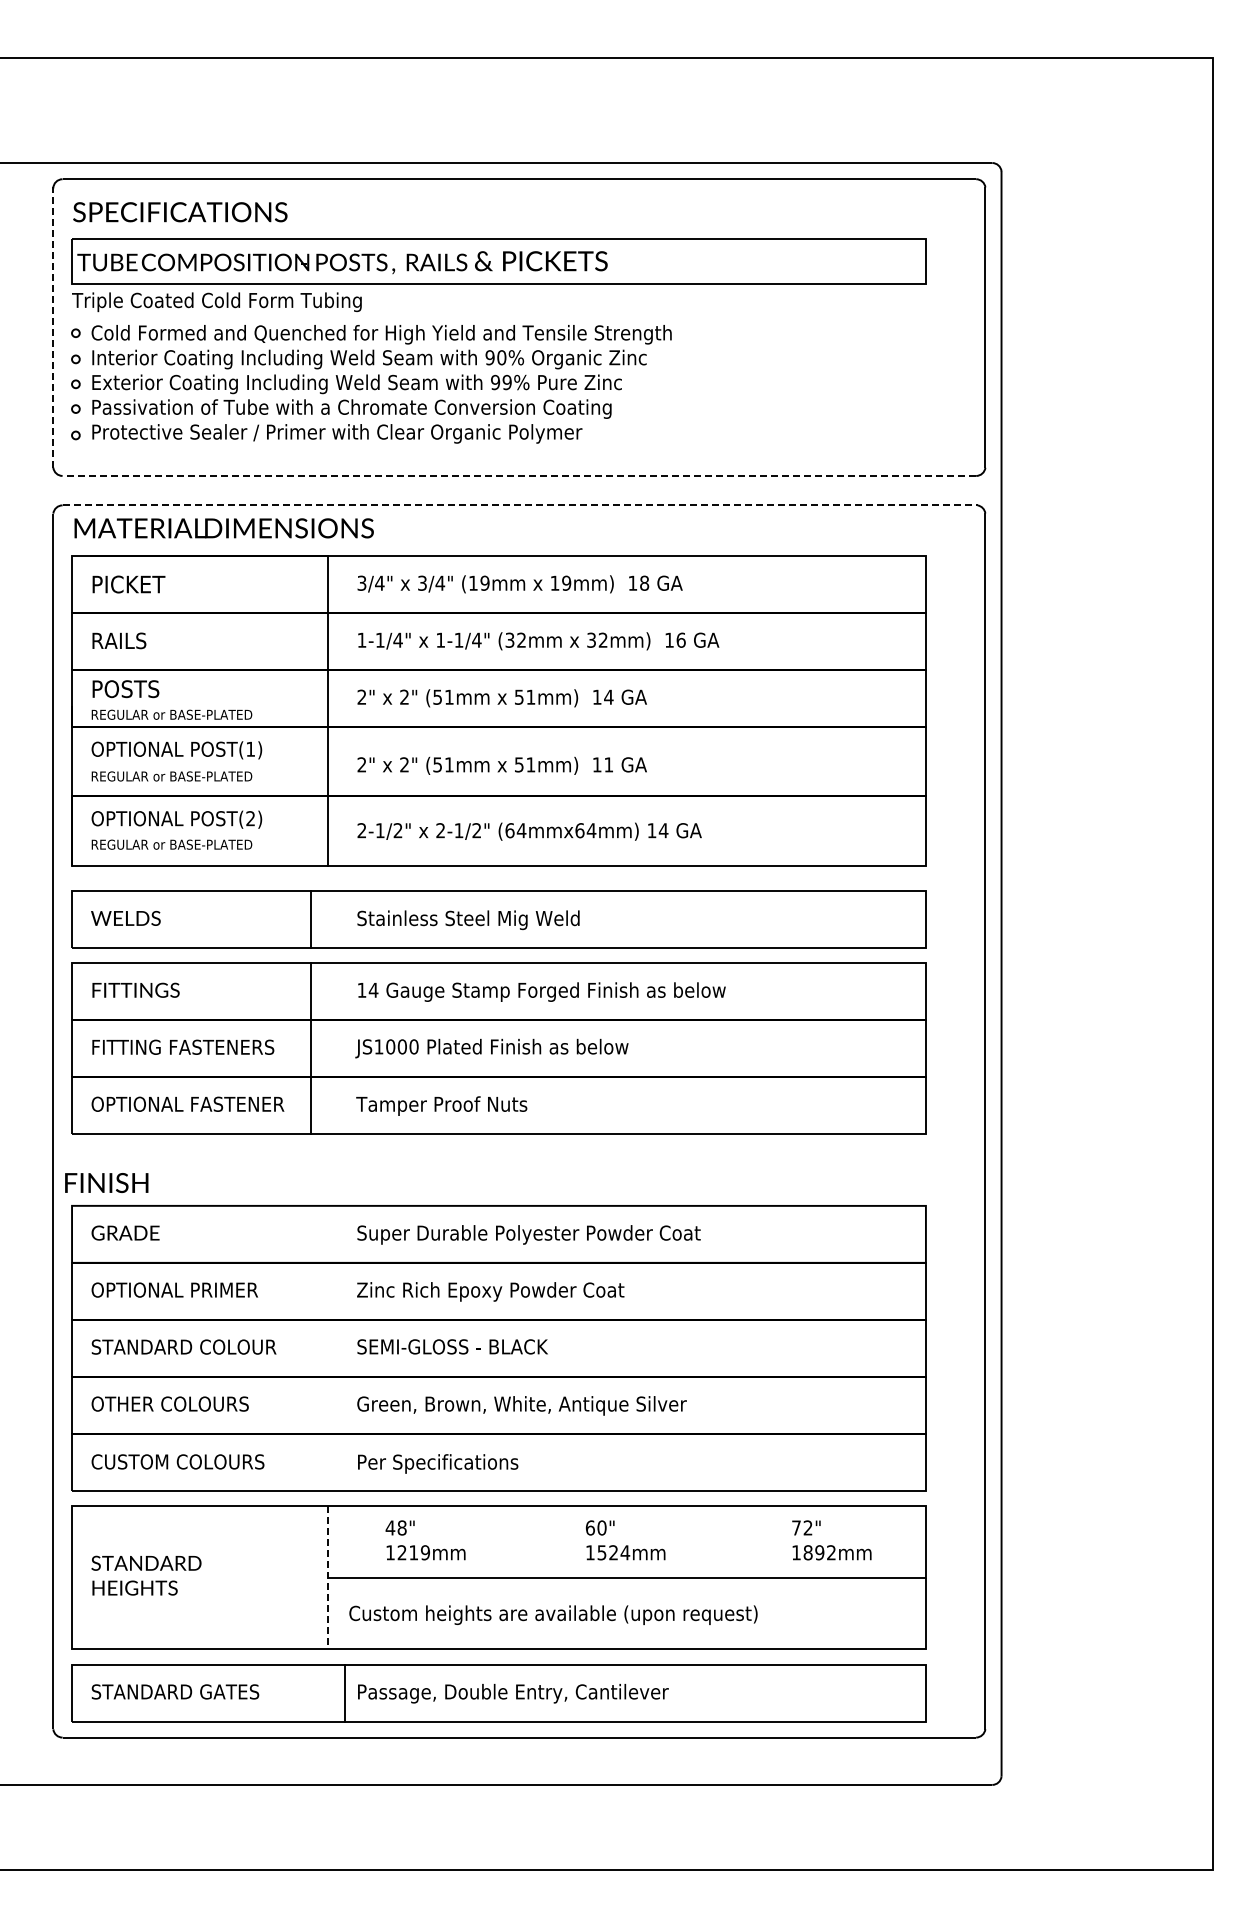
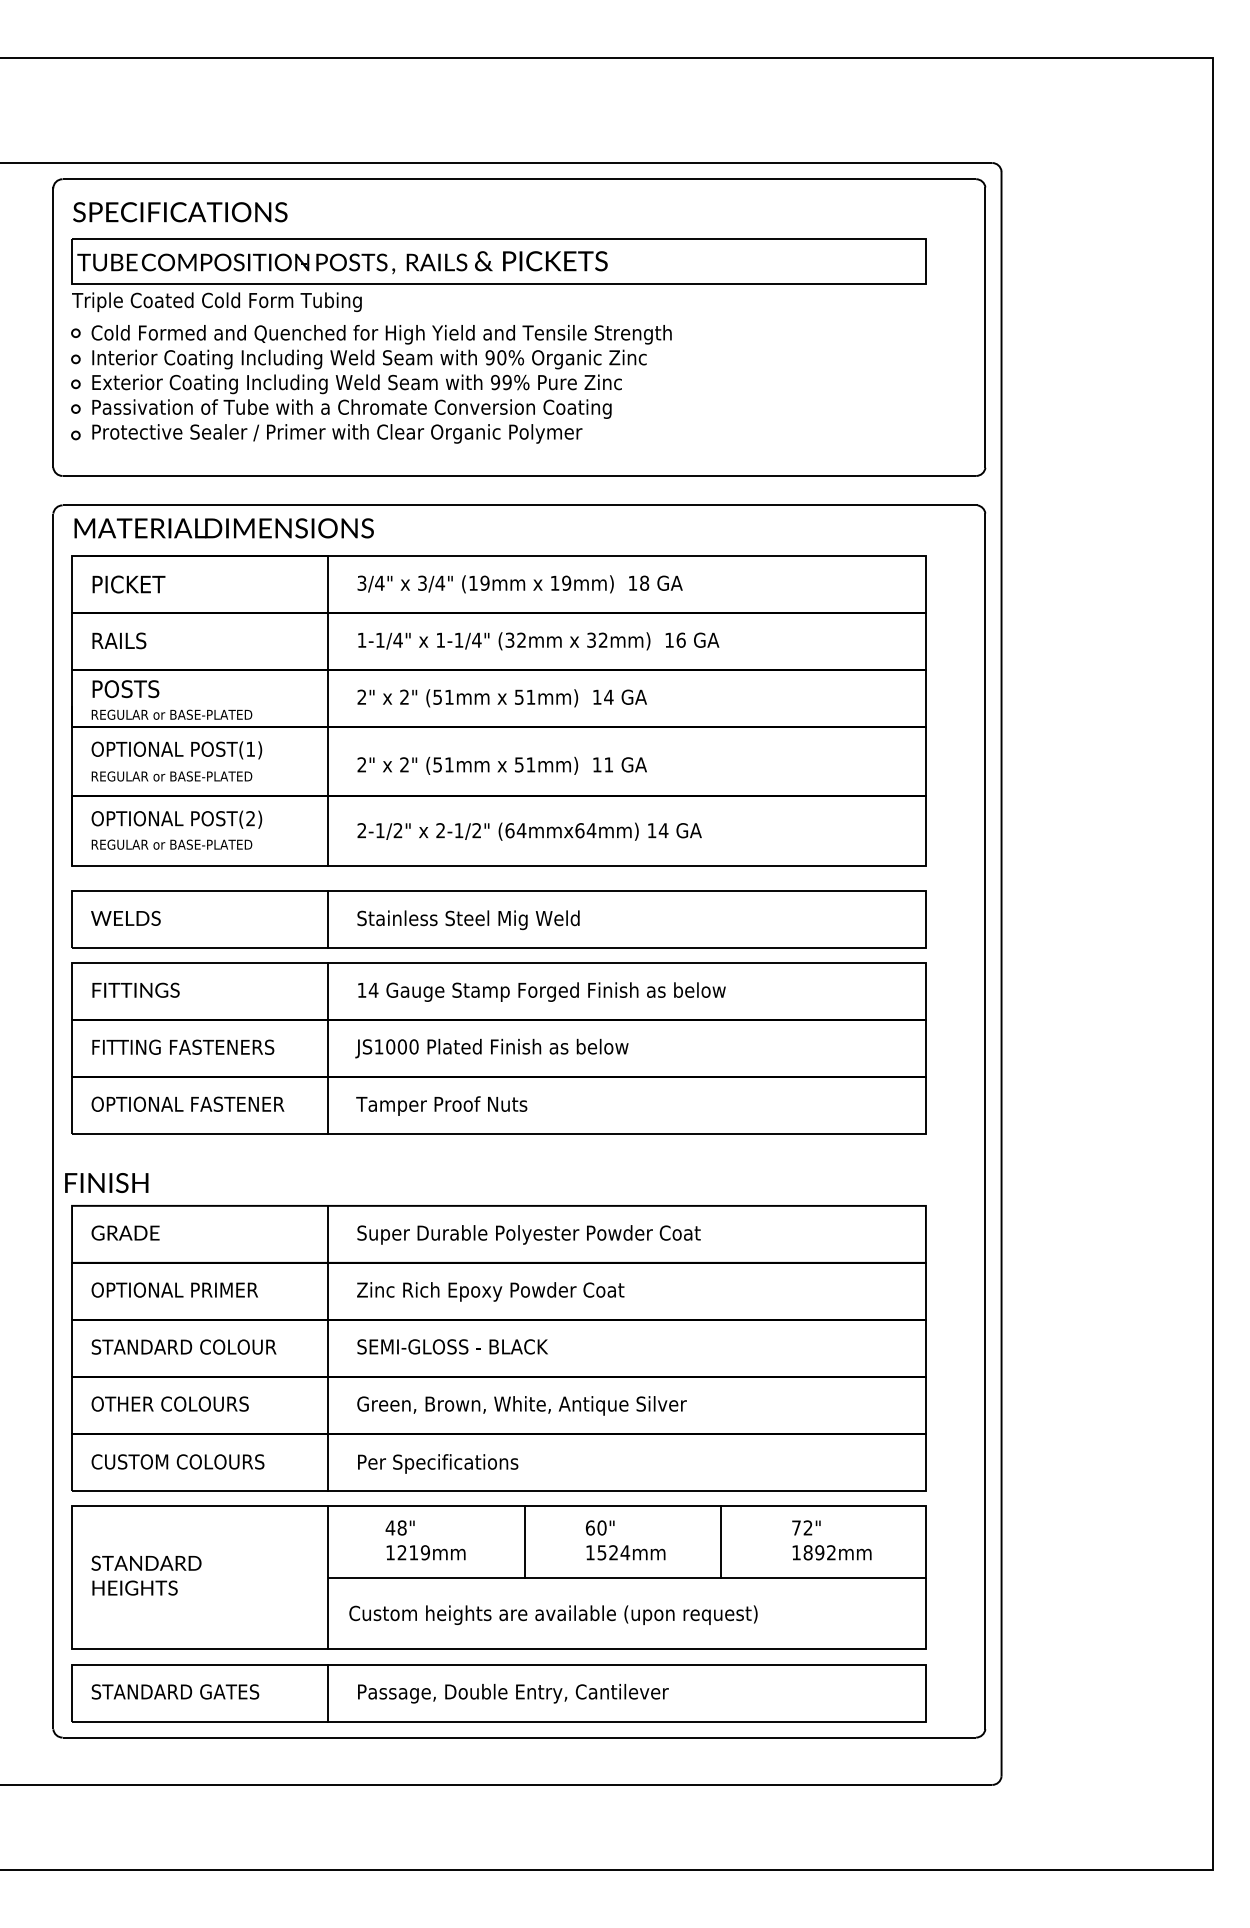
line at (53, 327): dashed -> solid
line at (519, 475): dashed -> solid
line at (520, 505): dashed -> solid
line at (311, 919) position: (311, 919) -> (328, 919)
line at (311, 1048) position: (311, 1048) -> (328, 1048)
line at (328, 1347): none -> present
line at (524, 1541): none -> present
line at (720, 1541): none -> present
line at (328, 1577): dashed -> solid
line at (345, 1692) position: (345, 1692) -> (328, 1692)
